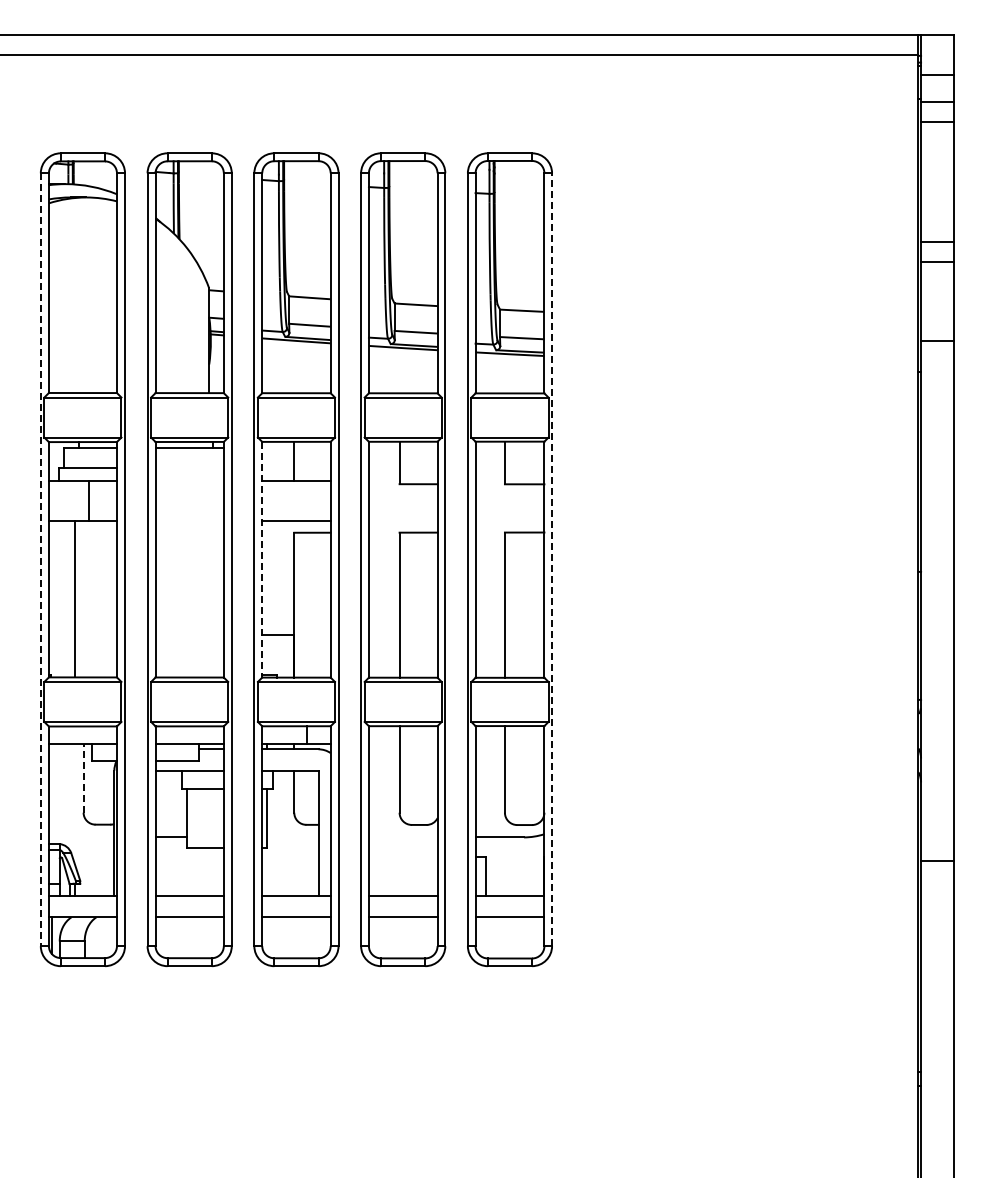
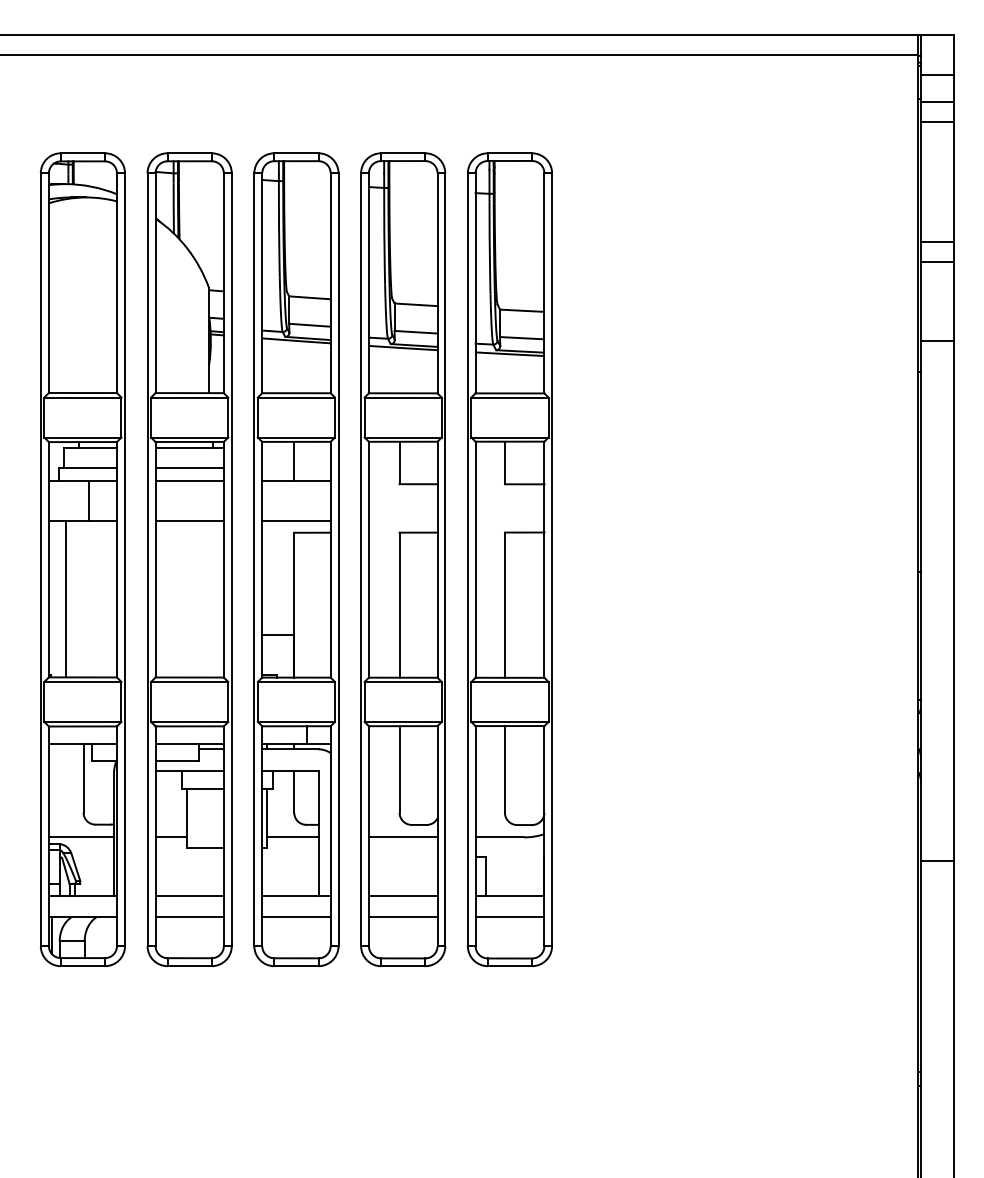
line at (189, 467): none -> present
line at (189, 481): none -> present
line at (189, 521): none -> present
line at (262, 559): dashed -> solid
line at (552, 559): dashed -> solid
line at (40, 560): dashed -> solid
line at (74, 599) position: (74, 599) -> (65, 599)
line at (83, 777): dashed -> solid
line at (81, 837): none -> present
line at (292, 837): none -> present
line at (402, 837): none -> present
